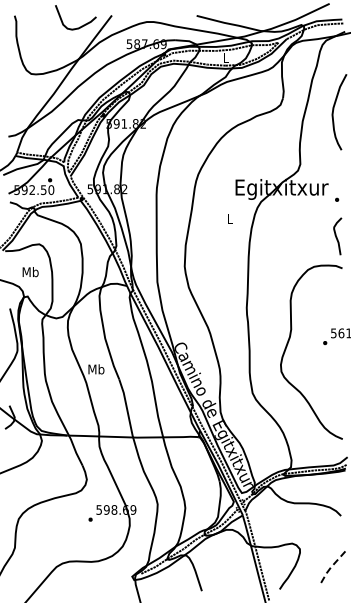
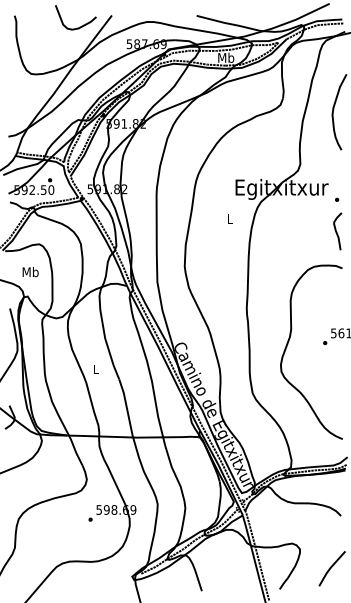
text at (226, 57): L -> Mb
curve at (337, 236) position: (337, 236) -> (337, 231)
text at (96, 369): Mb -> L
line at (330, 568): dashed -> solid
